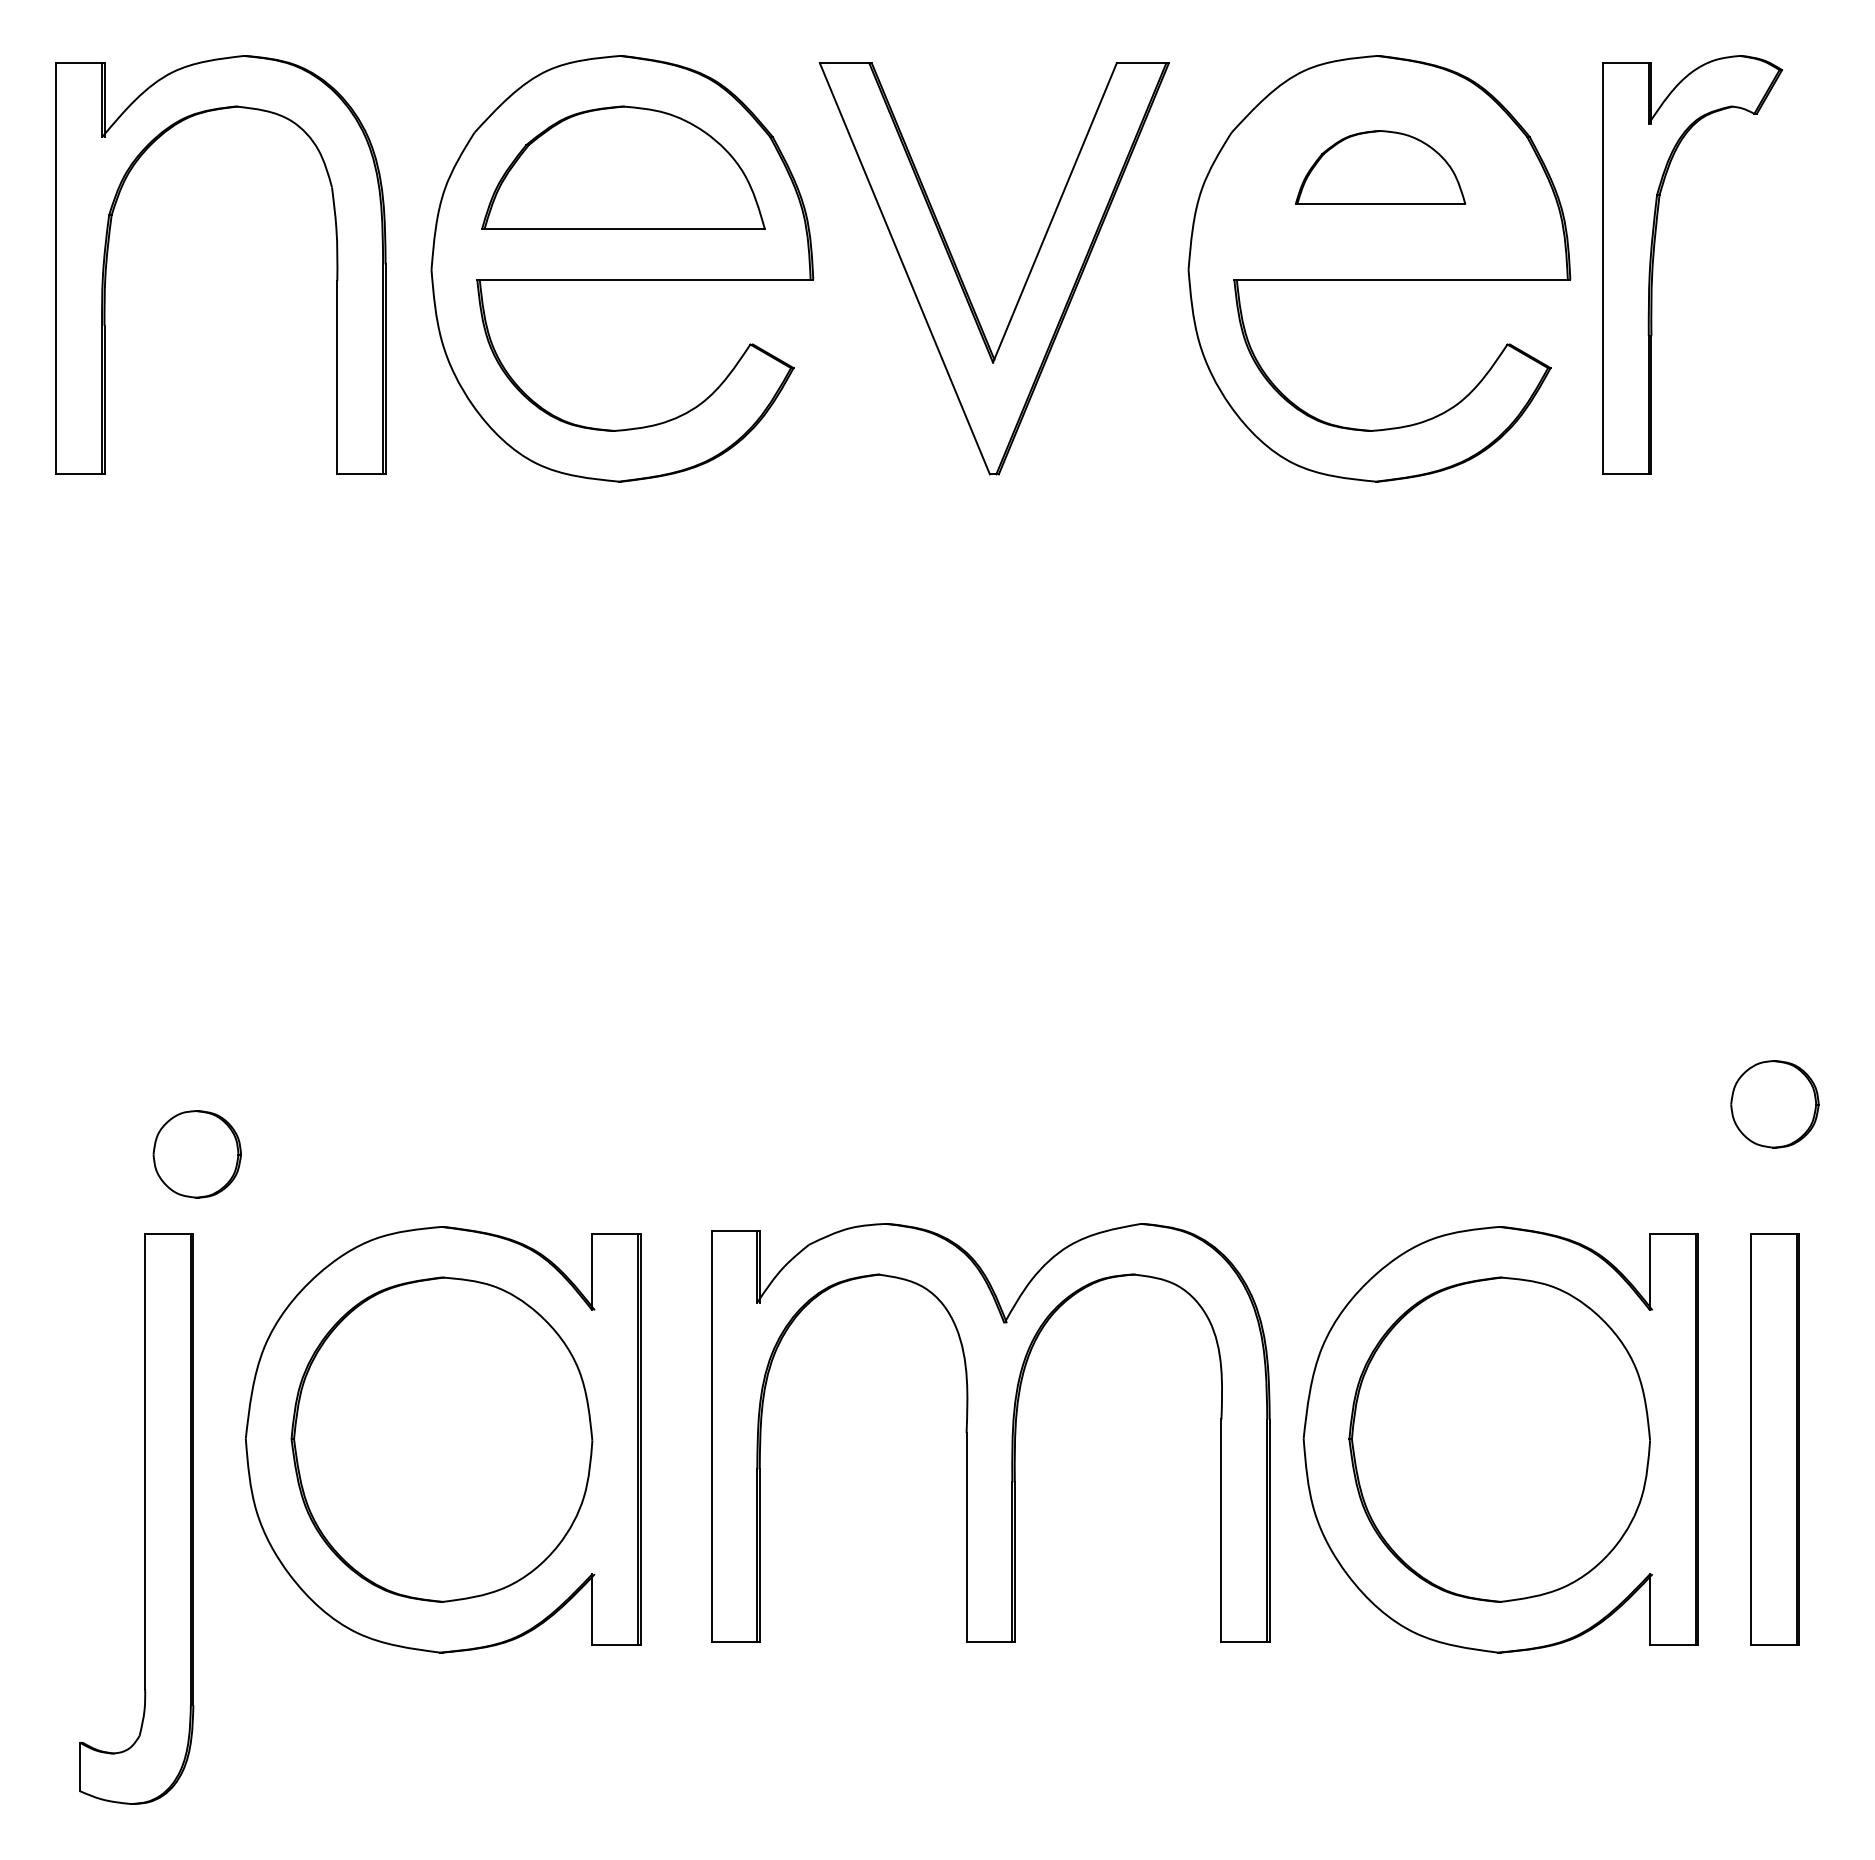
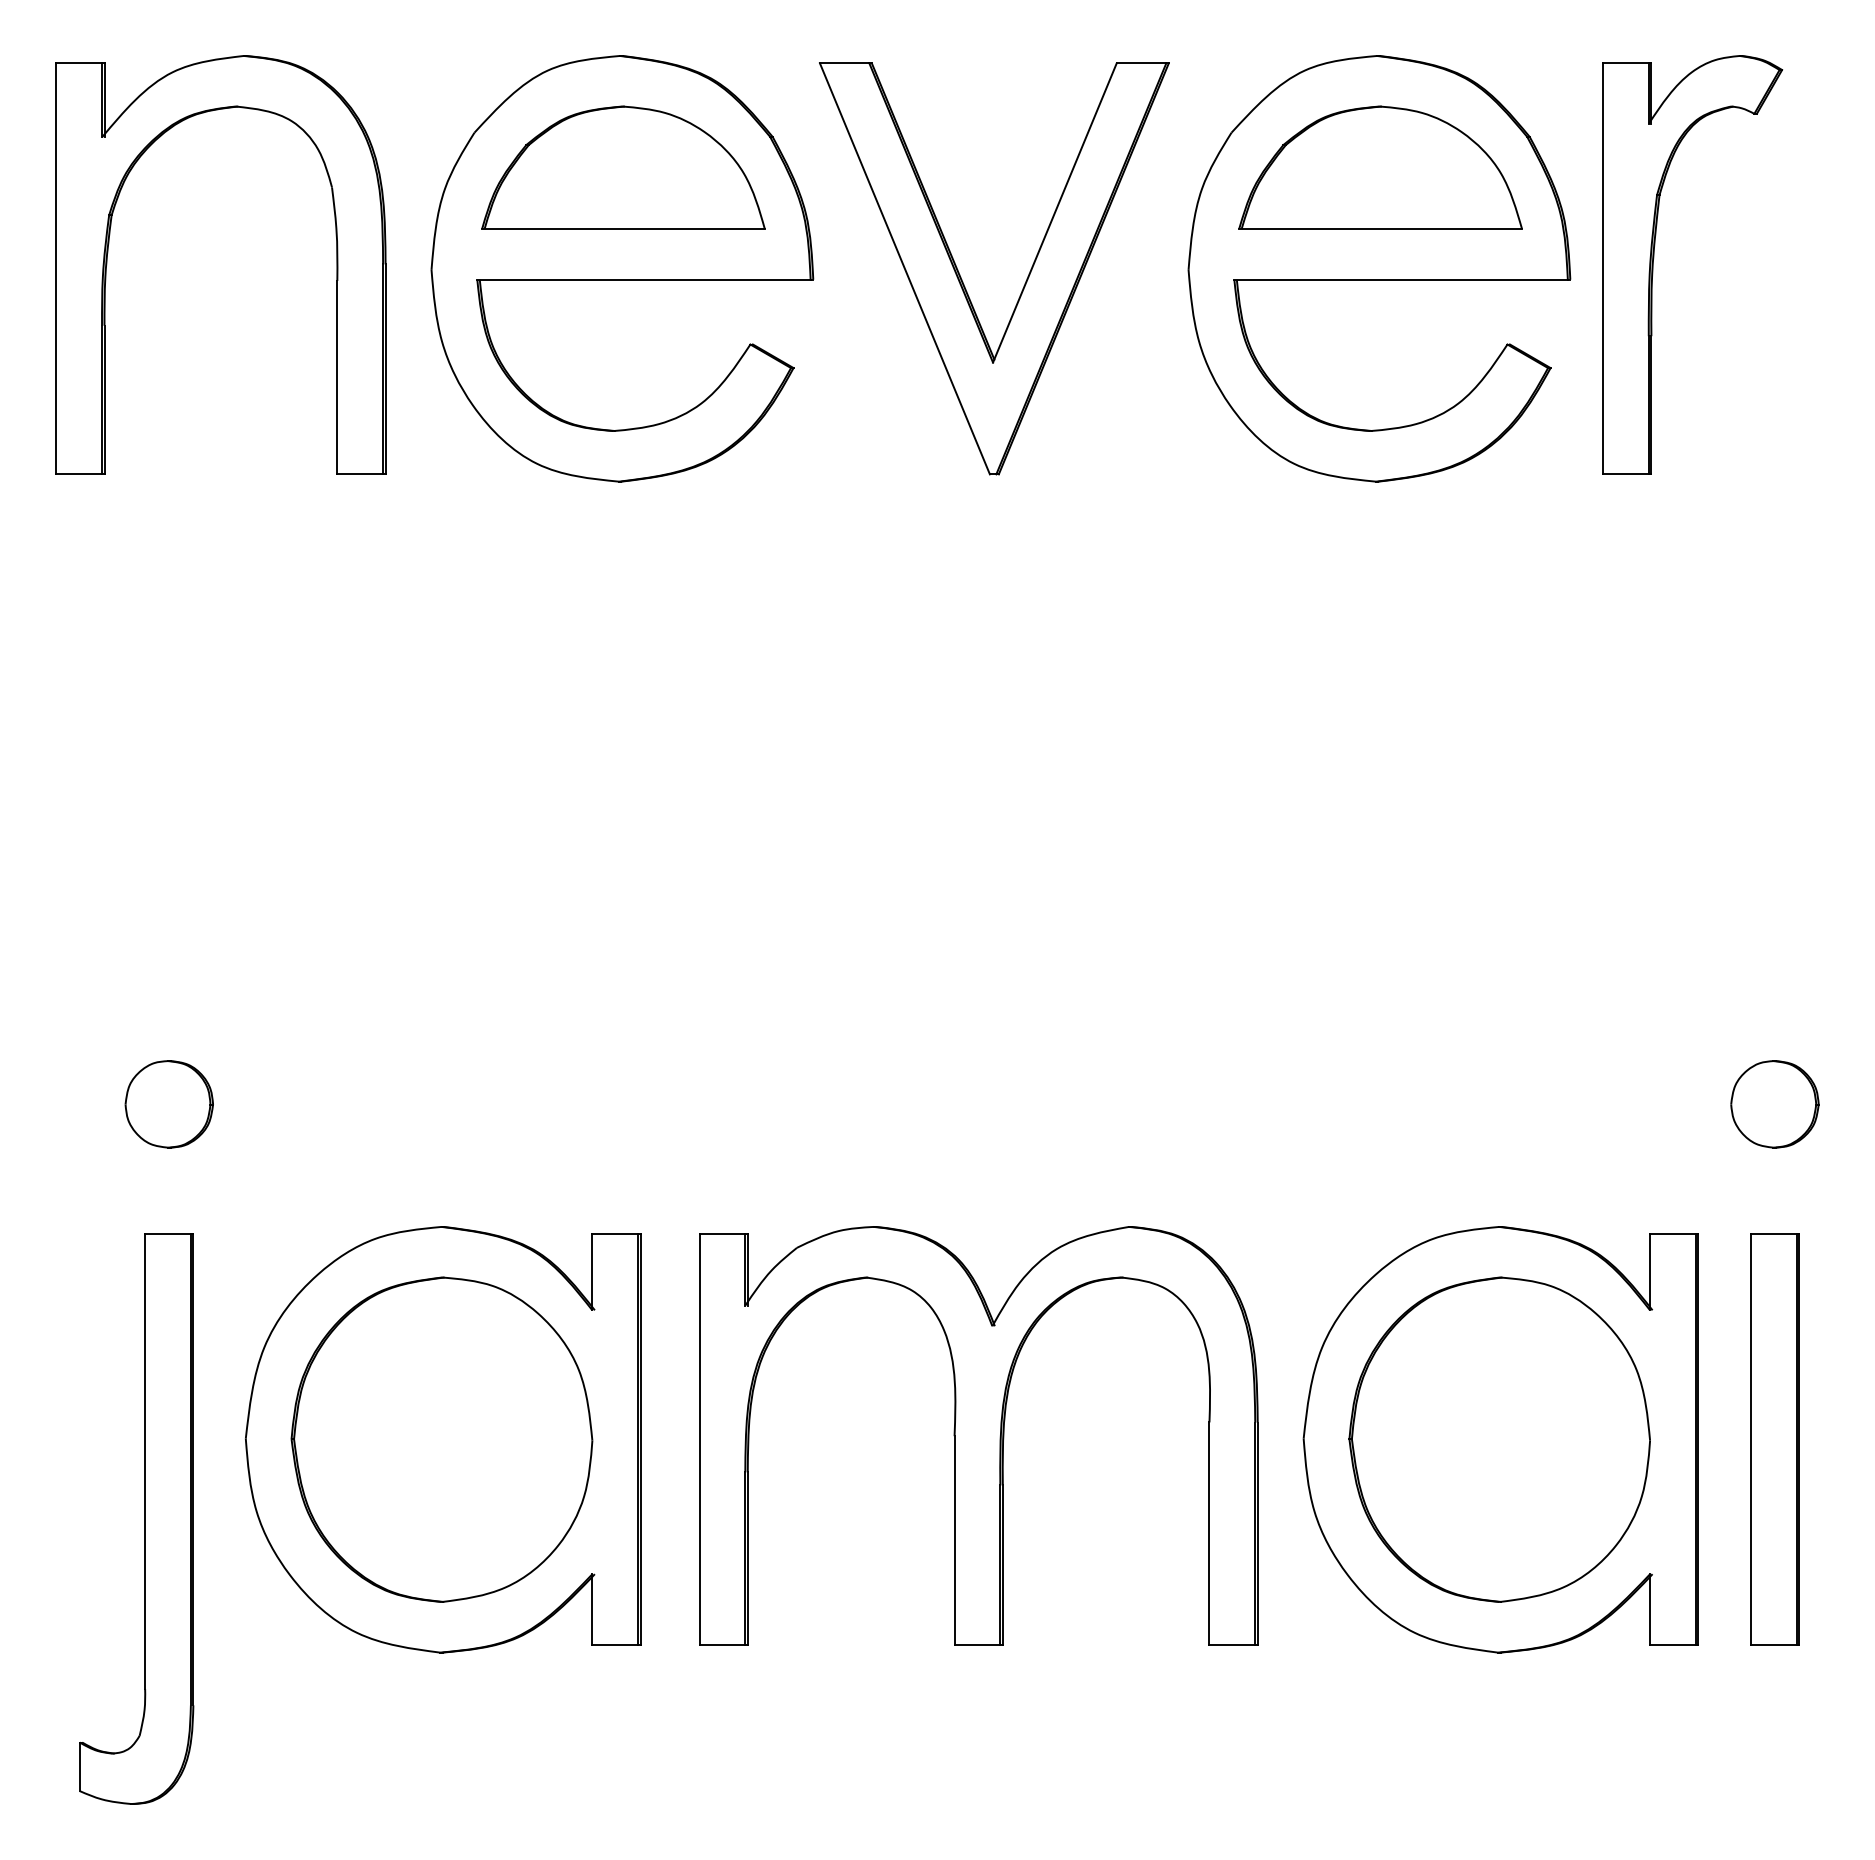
part at (1380, 167) size: 172x75 px -> 285x125 px
part at (196, 1154) position: (196, 1154) -> (168, 1104)
part at (990, 1432) position: (990, 1432) -> (978, 1435)
